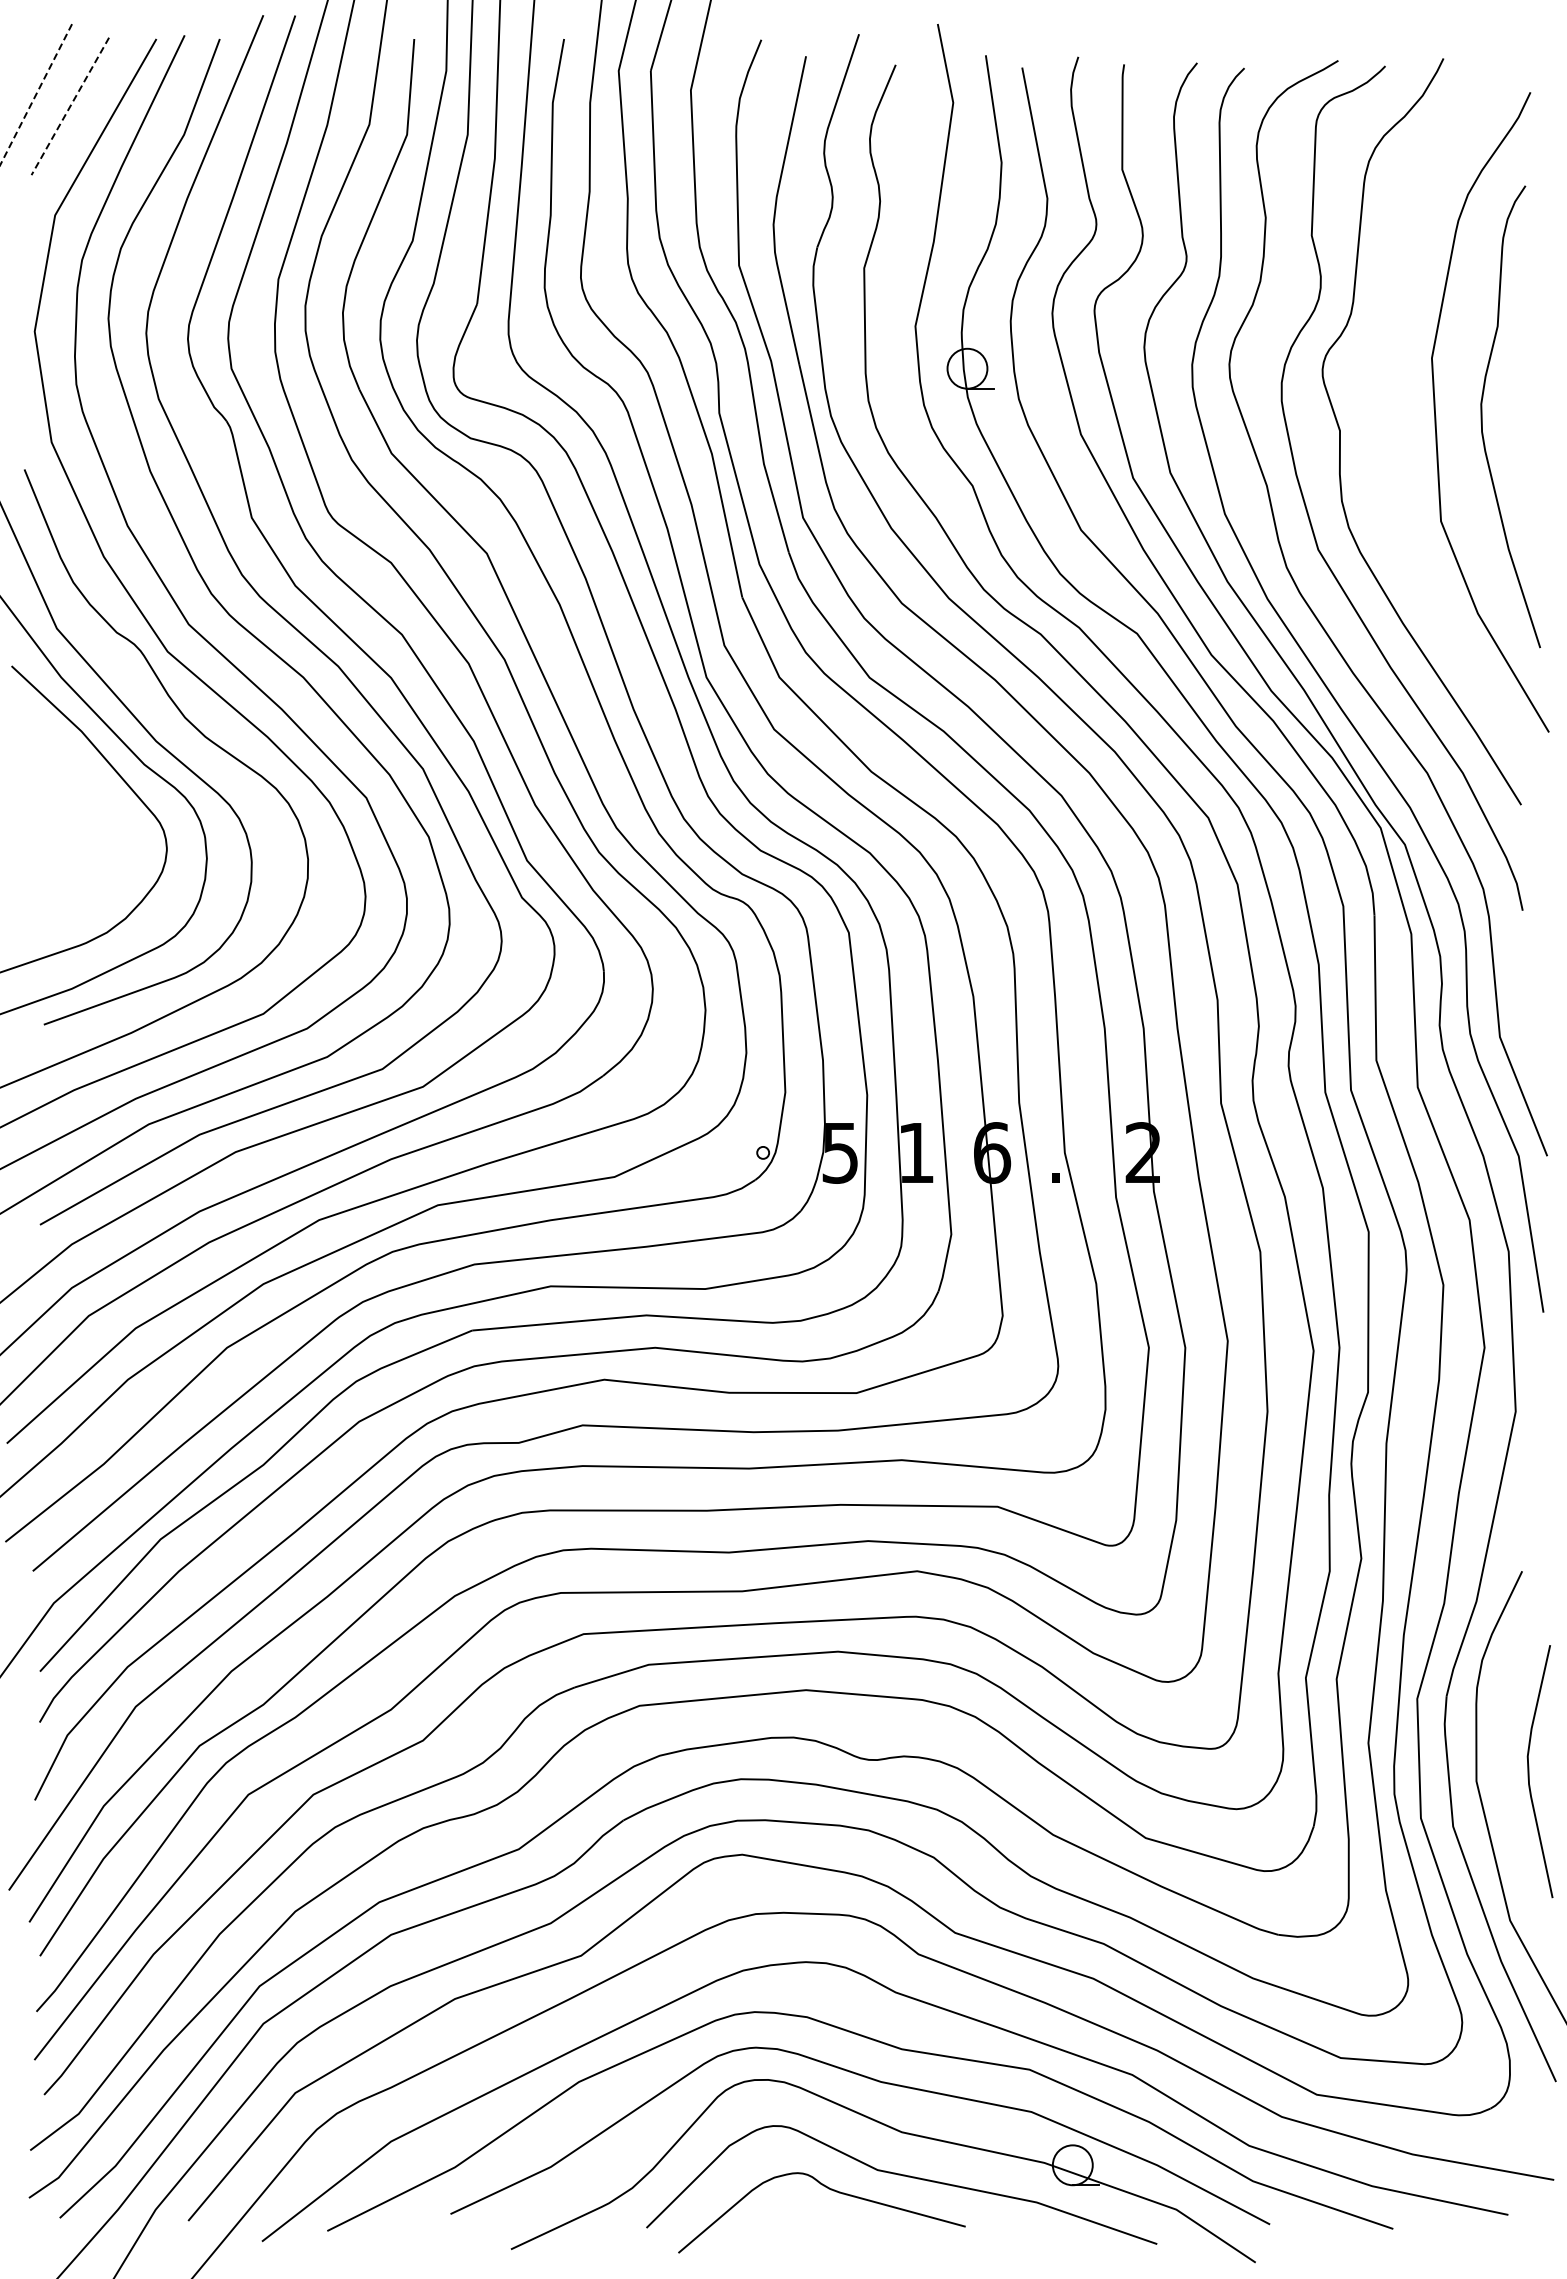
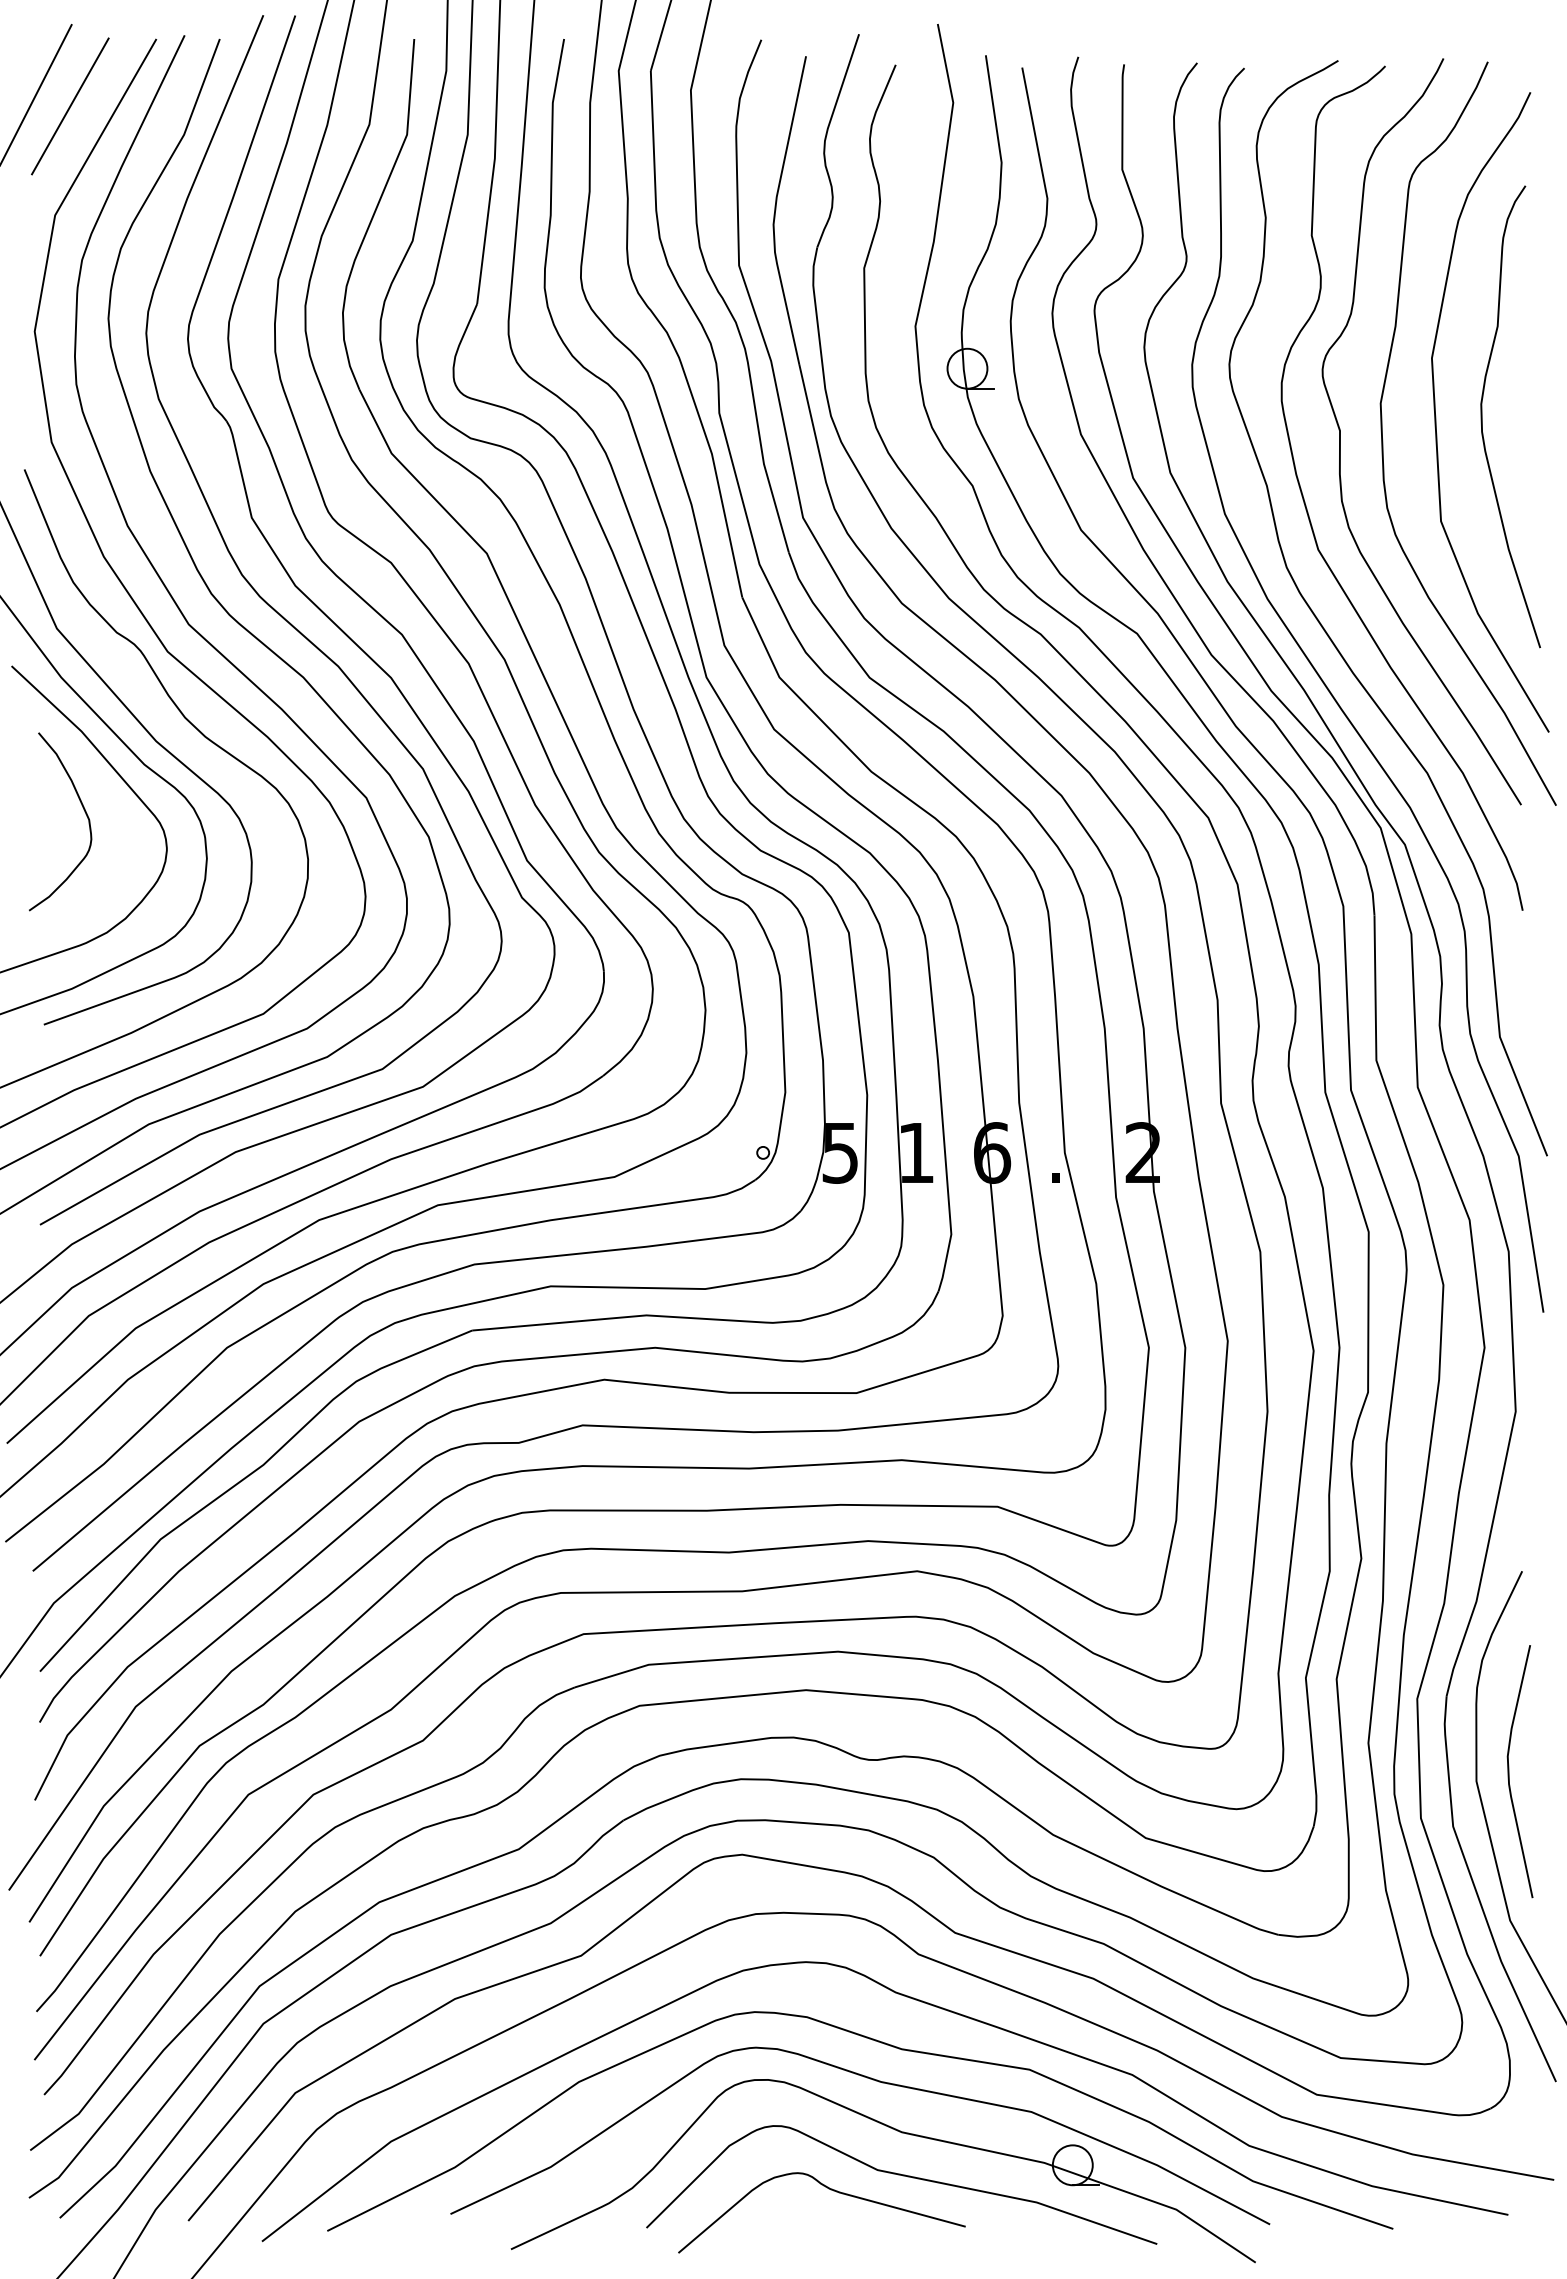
line at (36, 94): dashed -> solid
line at (70, 106): dashed -> solid
curve at (1383, 440): none -> present
curve at (84, 812): none -> present
curve at (1529, 1771) position: (1529, 1771) -> (1509, 1771)
